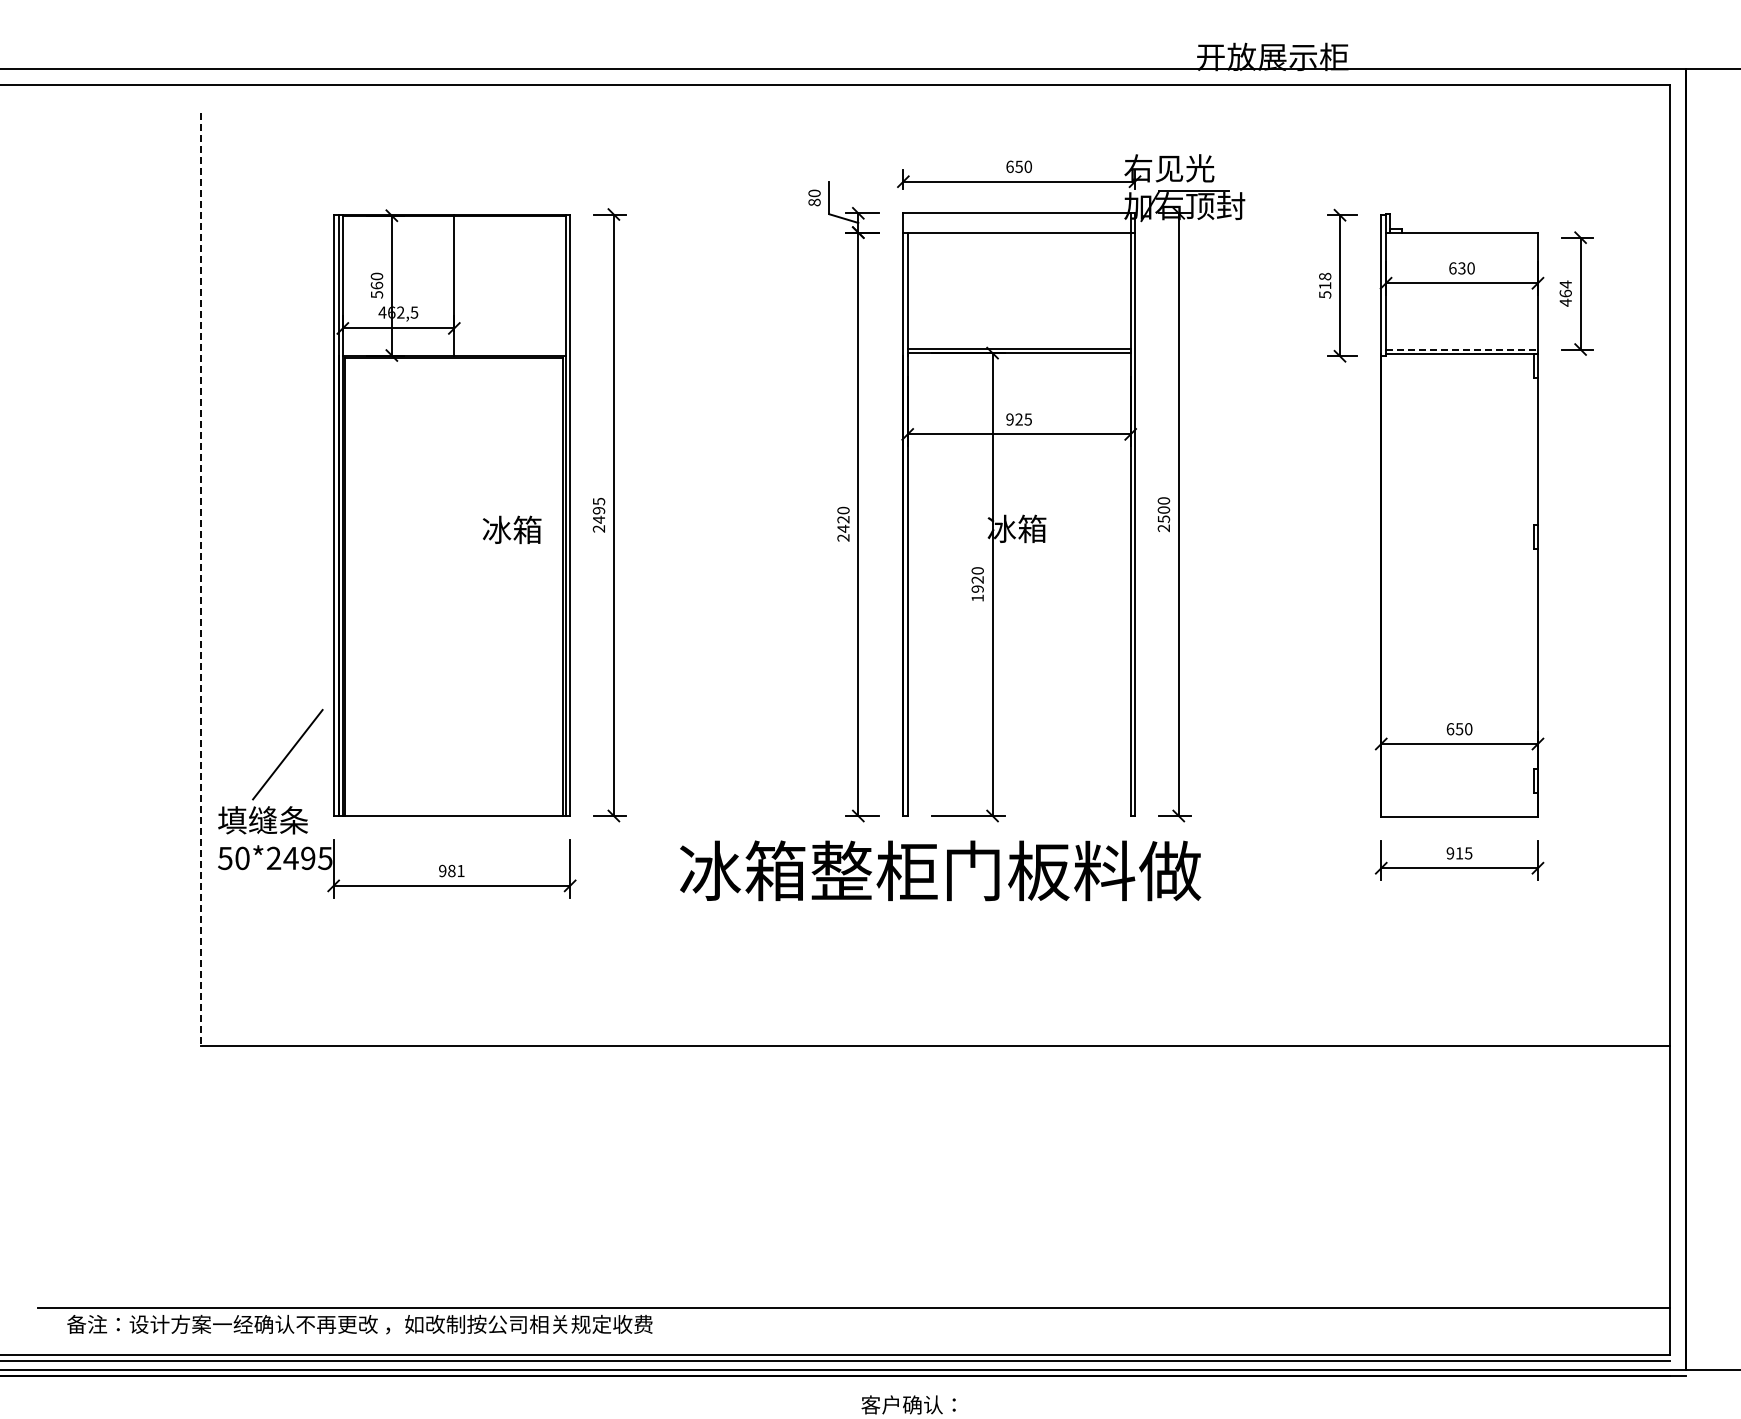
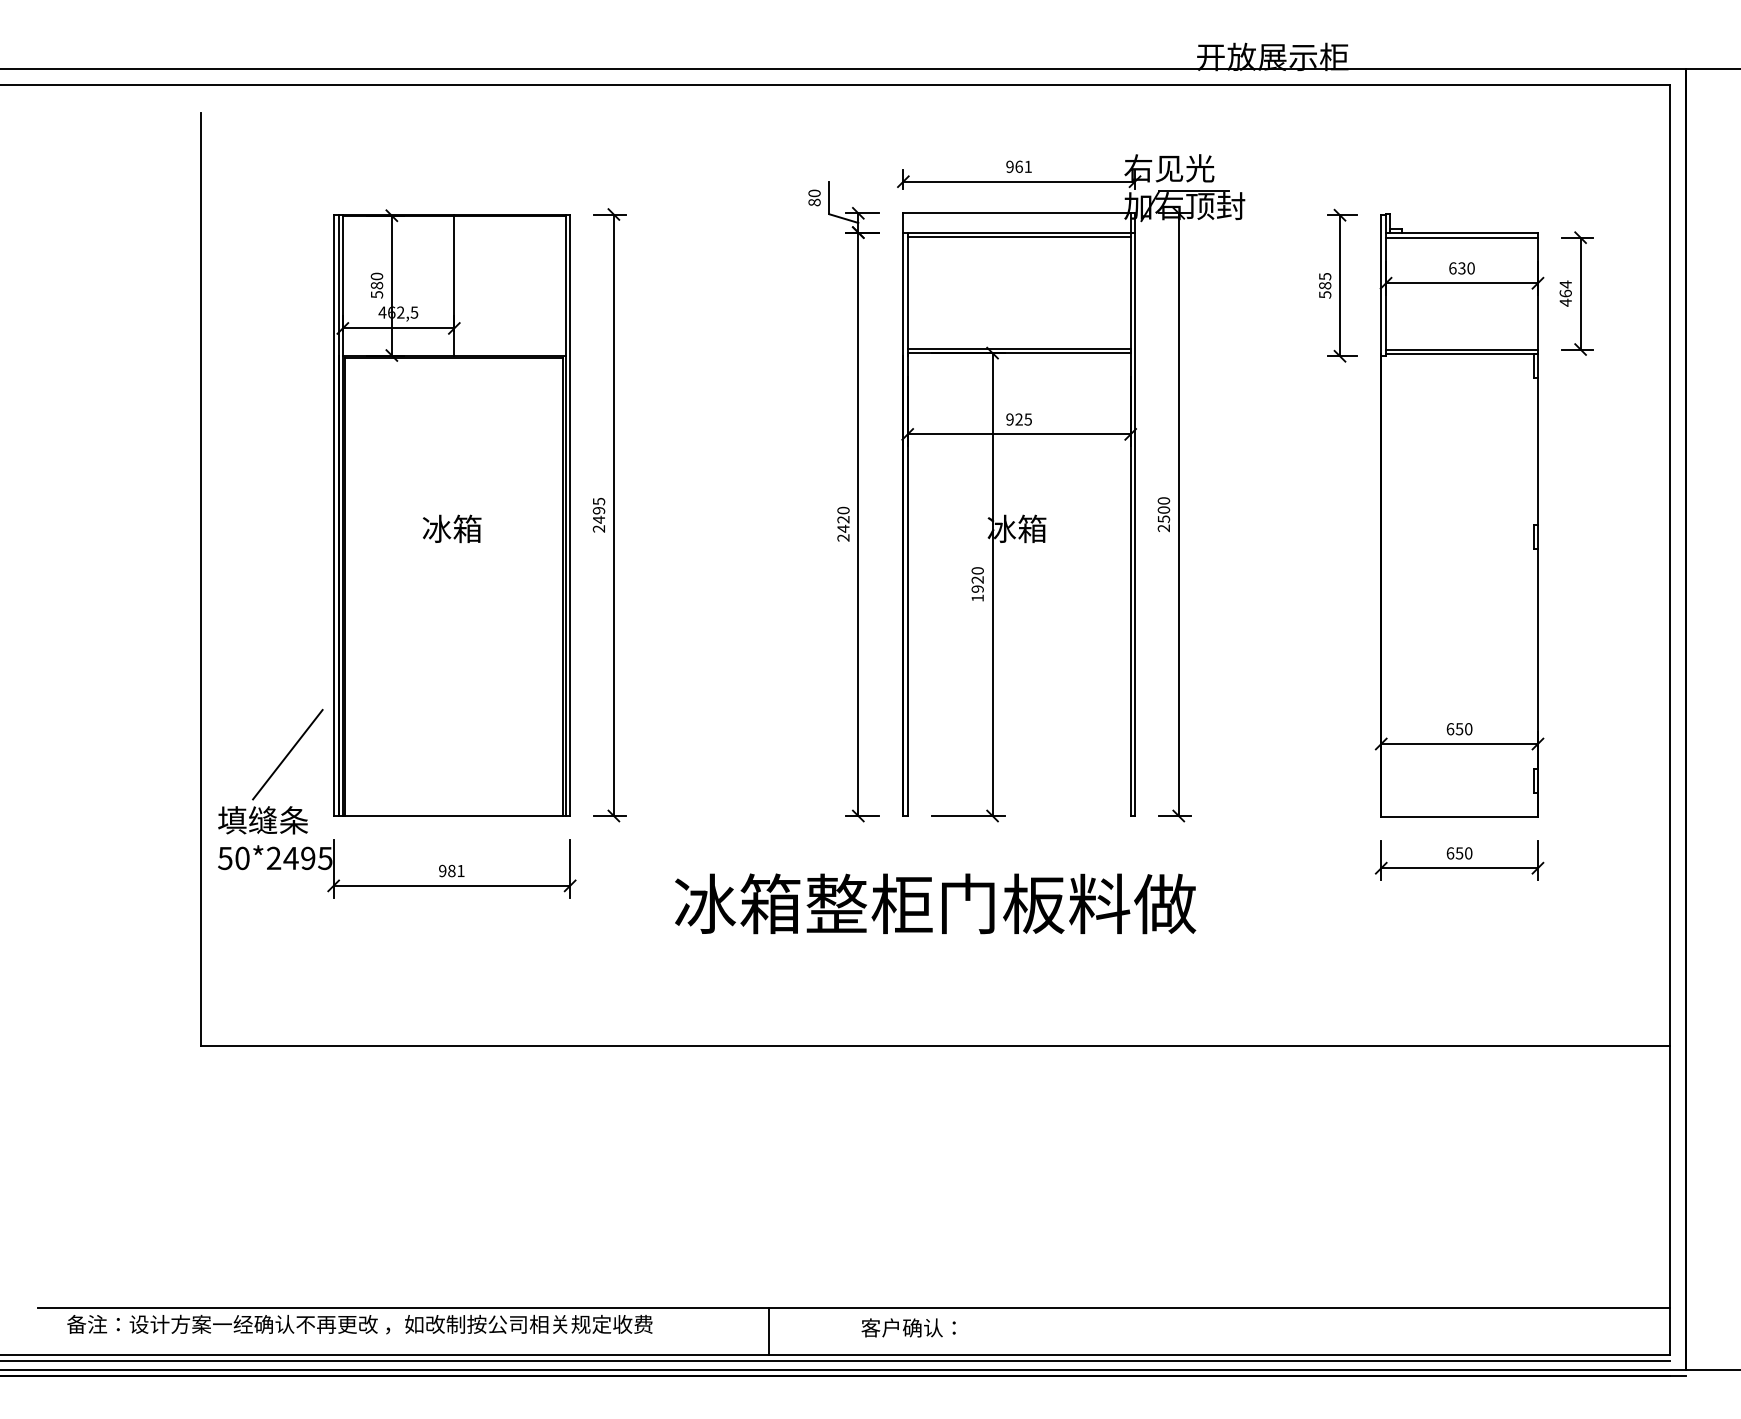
text at (1018, 166): 650 -> 961
line at (1018, 236): none -> present
line at (1461, 237): none -> present
text at (1325, 280): 518 -> 585
text at (376, 285): 560 -> 580
line at (1462, 349): dashed -> solid
text at (512, 529) position: (512, 529) -> (452, 528)
line at (201, 579): dashed -> solid
text at (1459, 853): 915 -> 650
text at (940, 870) position: (940, 870) -> (935, 903)
line at (768, 1331): none -> present
text at (908, 1404) position: (908, 1404) -> (908, 1327)
